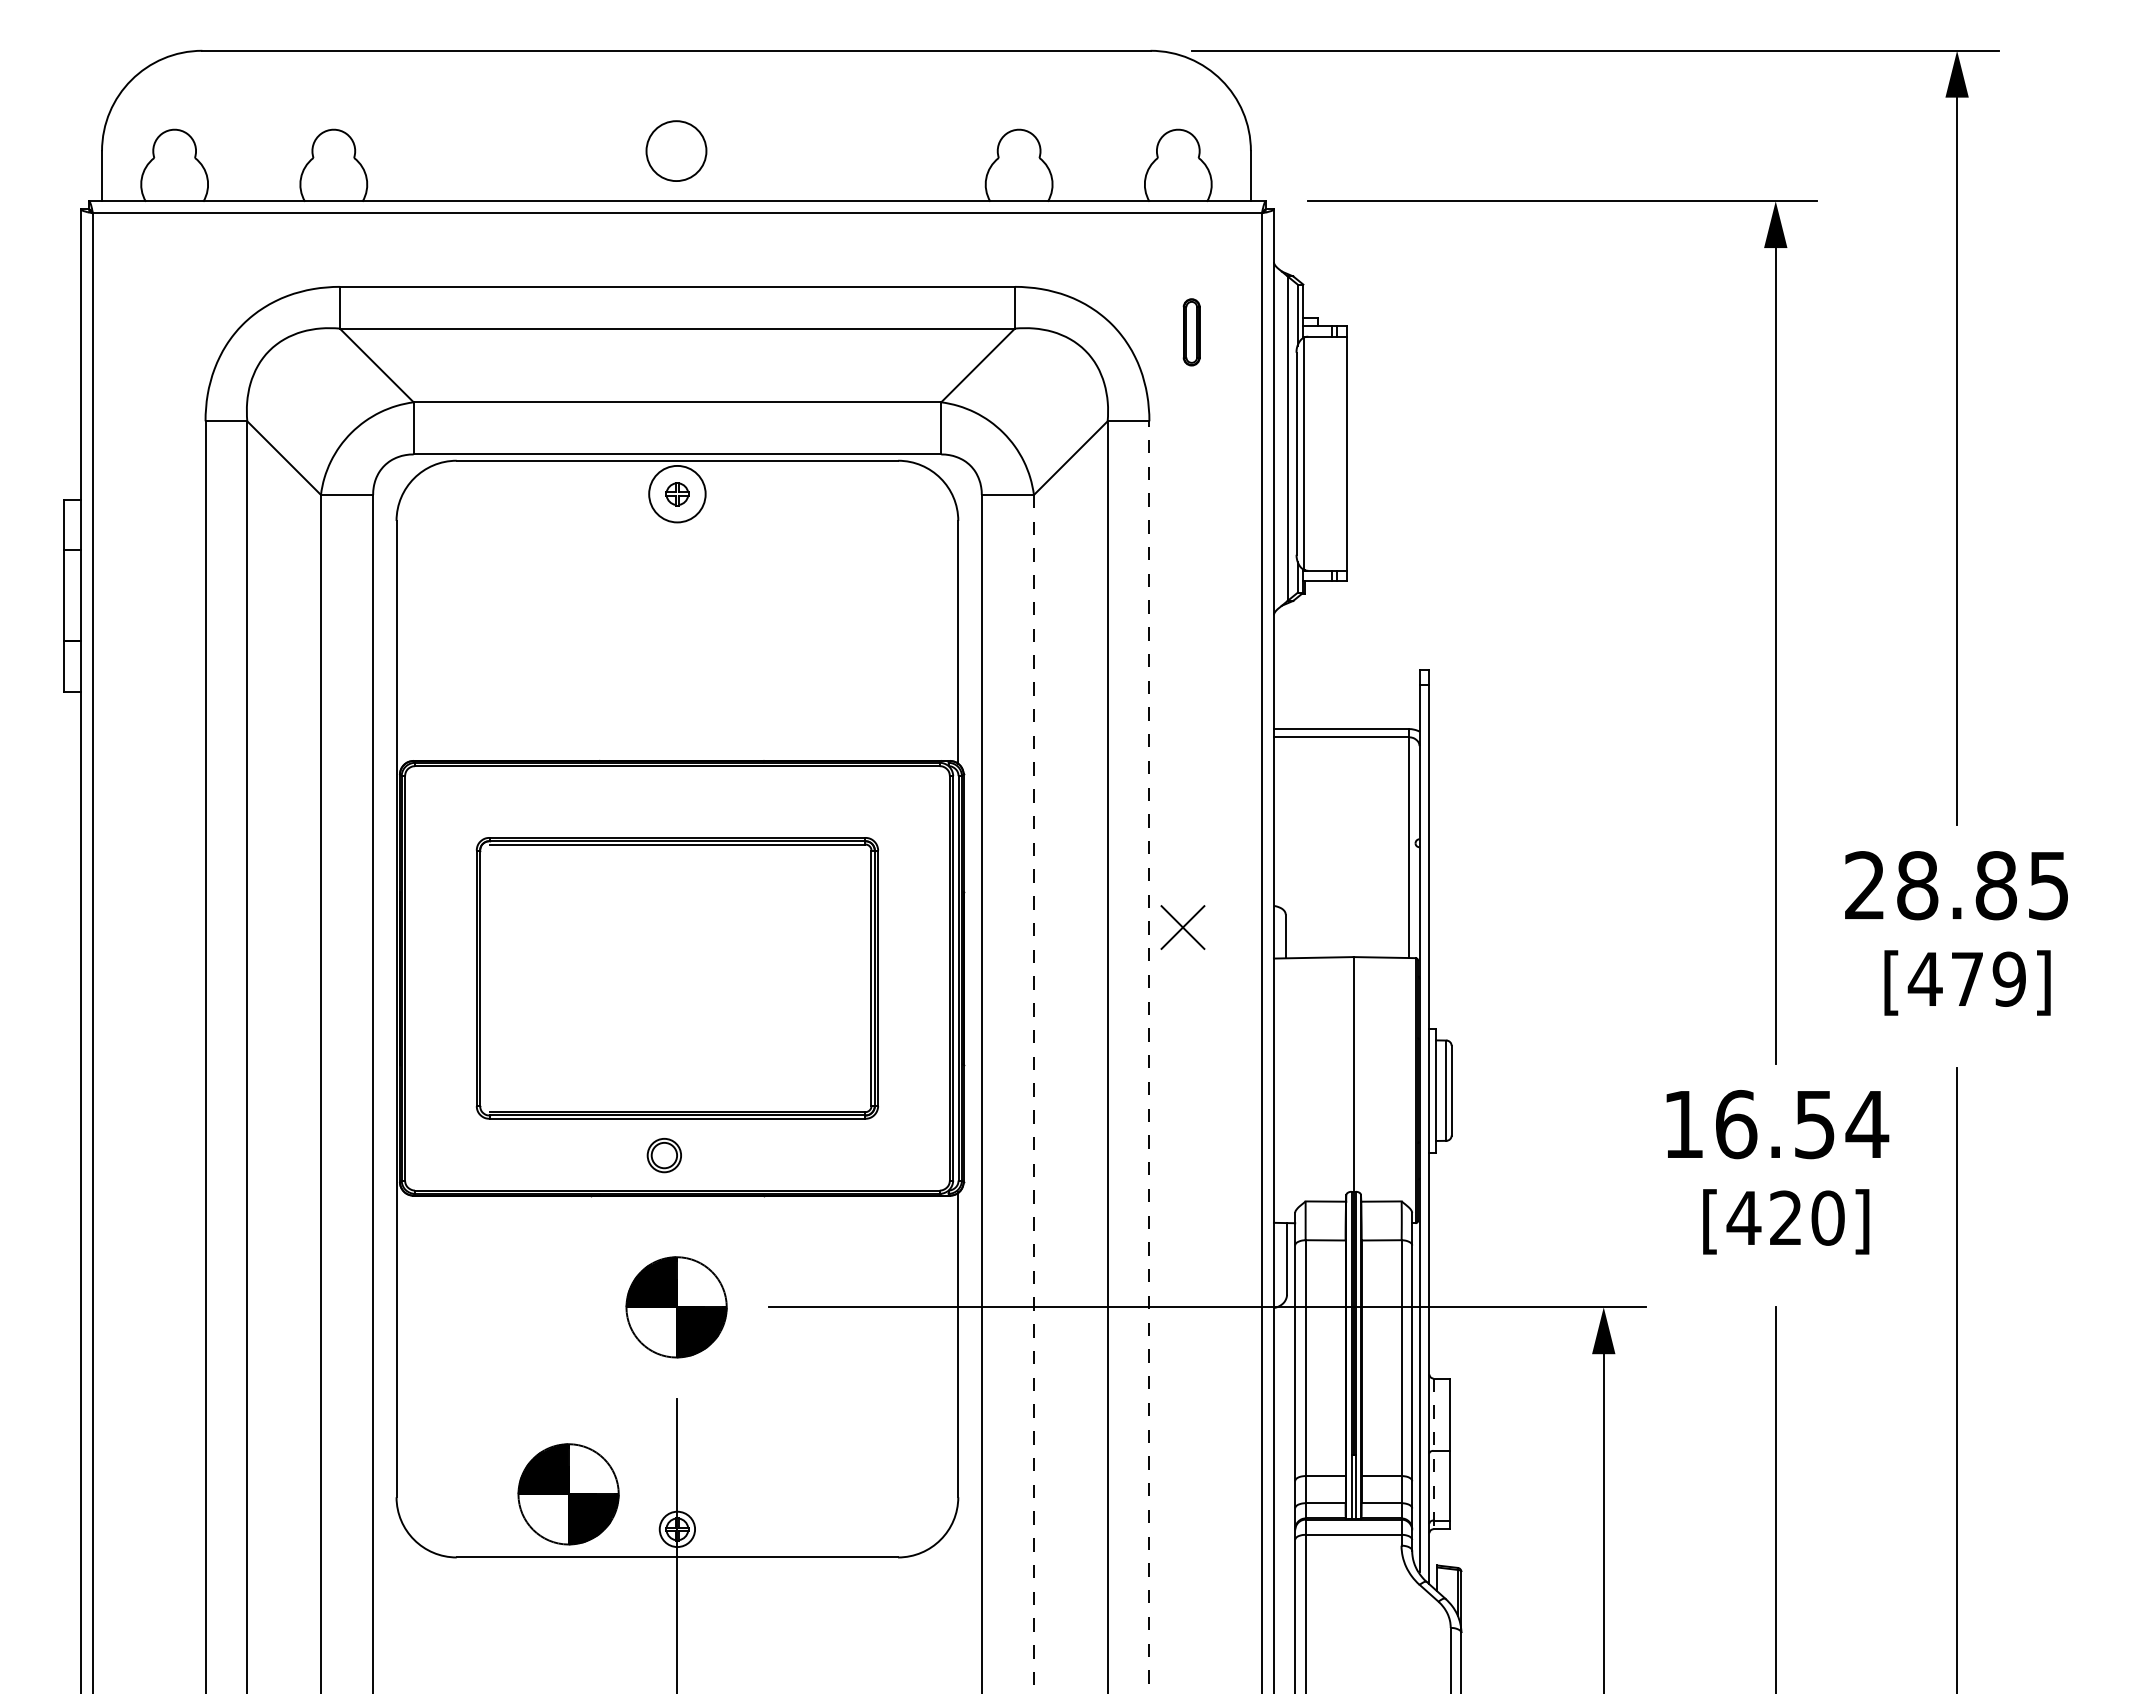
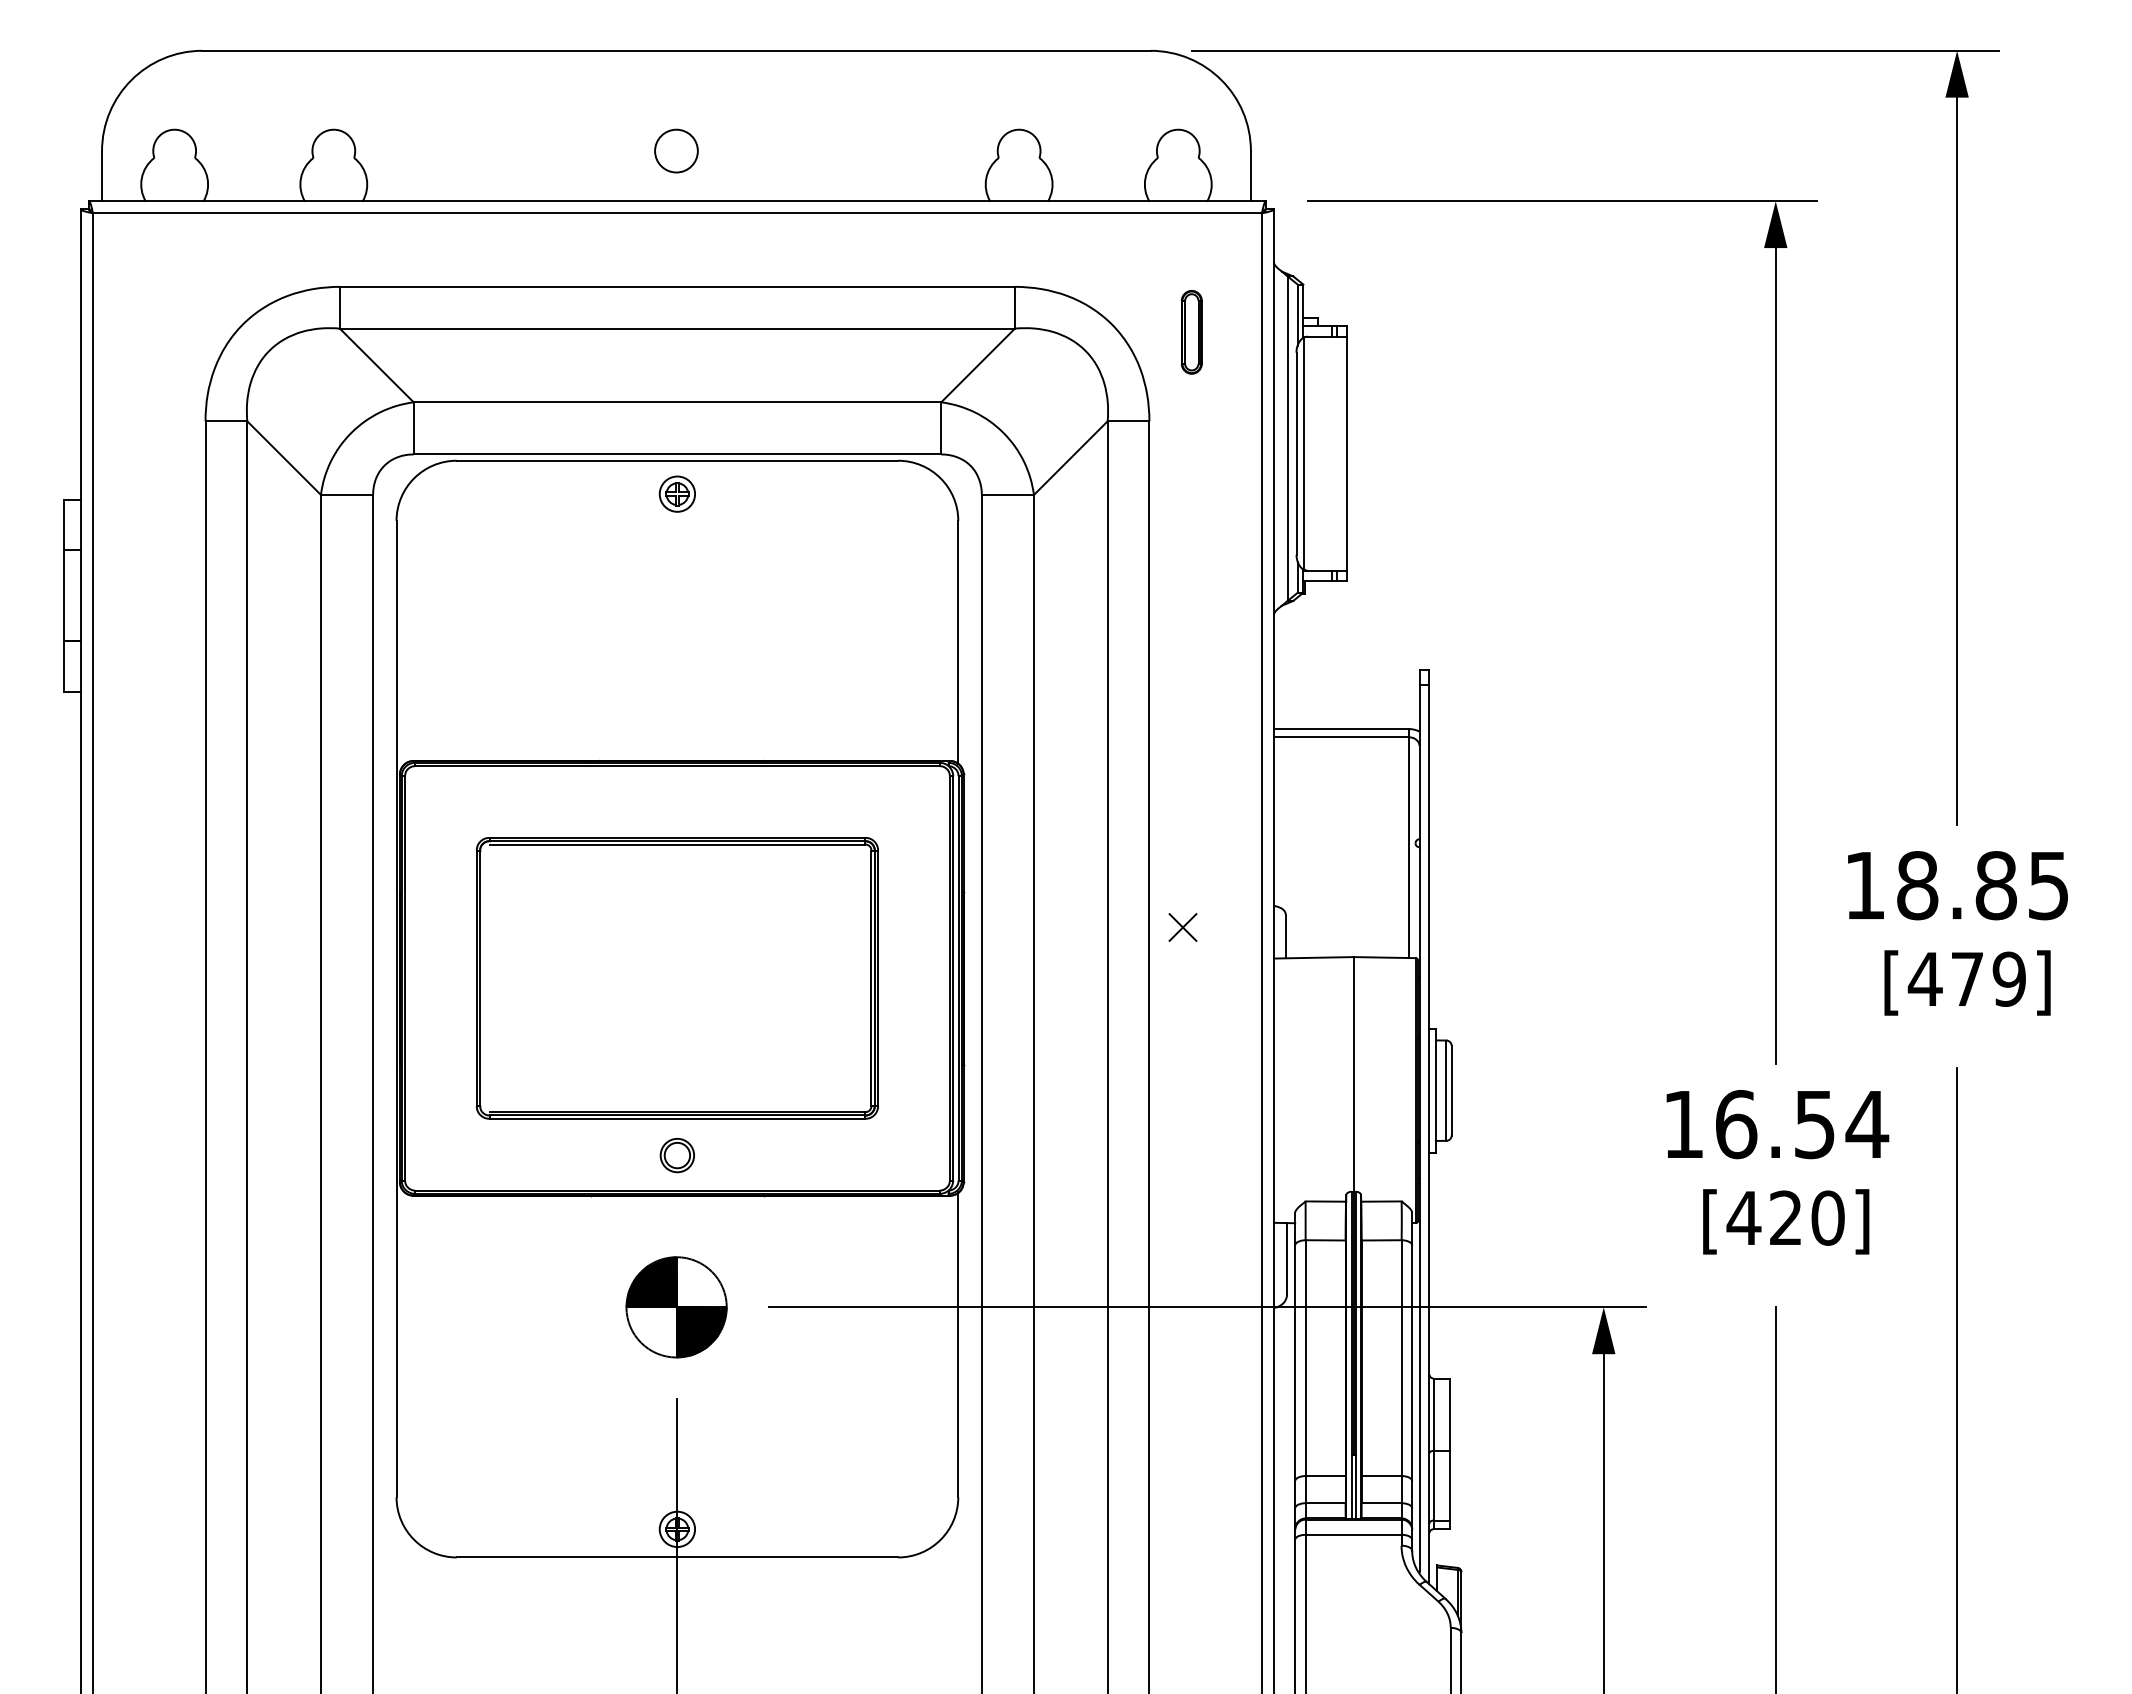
circle at (676, 151) diameter: 60 px -> 43 px
part at (1191, 332) size: 19x69 px -> 23x85 px
circle at (677, 493) diameter: 56 px -> 35 px
text at (1864, 885): 28.85 -> 18.85
part at (1182, 927) size: 46x45 px -> 30x29 px
line at (1149, 1057): dashed -> solid
line at (1033, 1094): dashed -> solid
part at (663, 1155) position: (663, 1155) -> (676, 1155)
line at (1433, 1454): dashed -> solid
part at (568, 1494): present -> none
